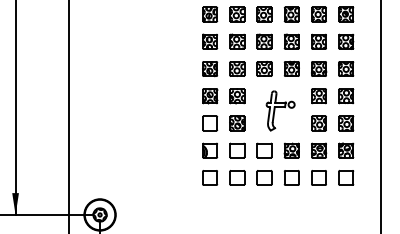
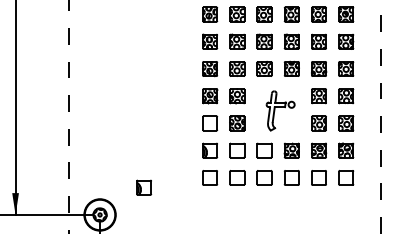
line at (68, 116): solid -> dashed
line at (381, 116): solid -> dashed
part at (144, 187): none -> present
